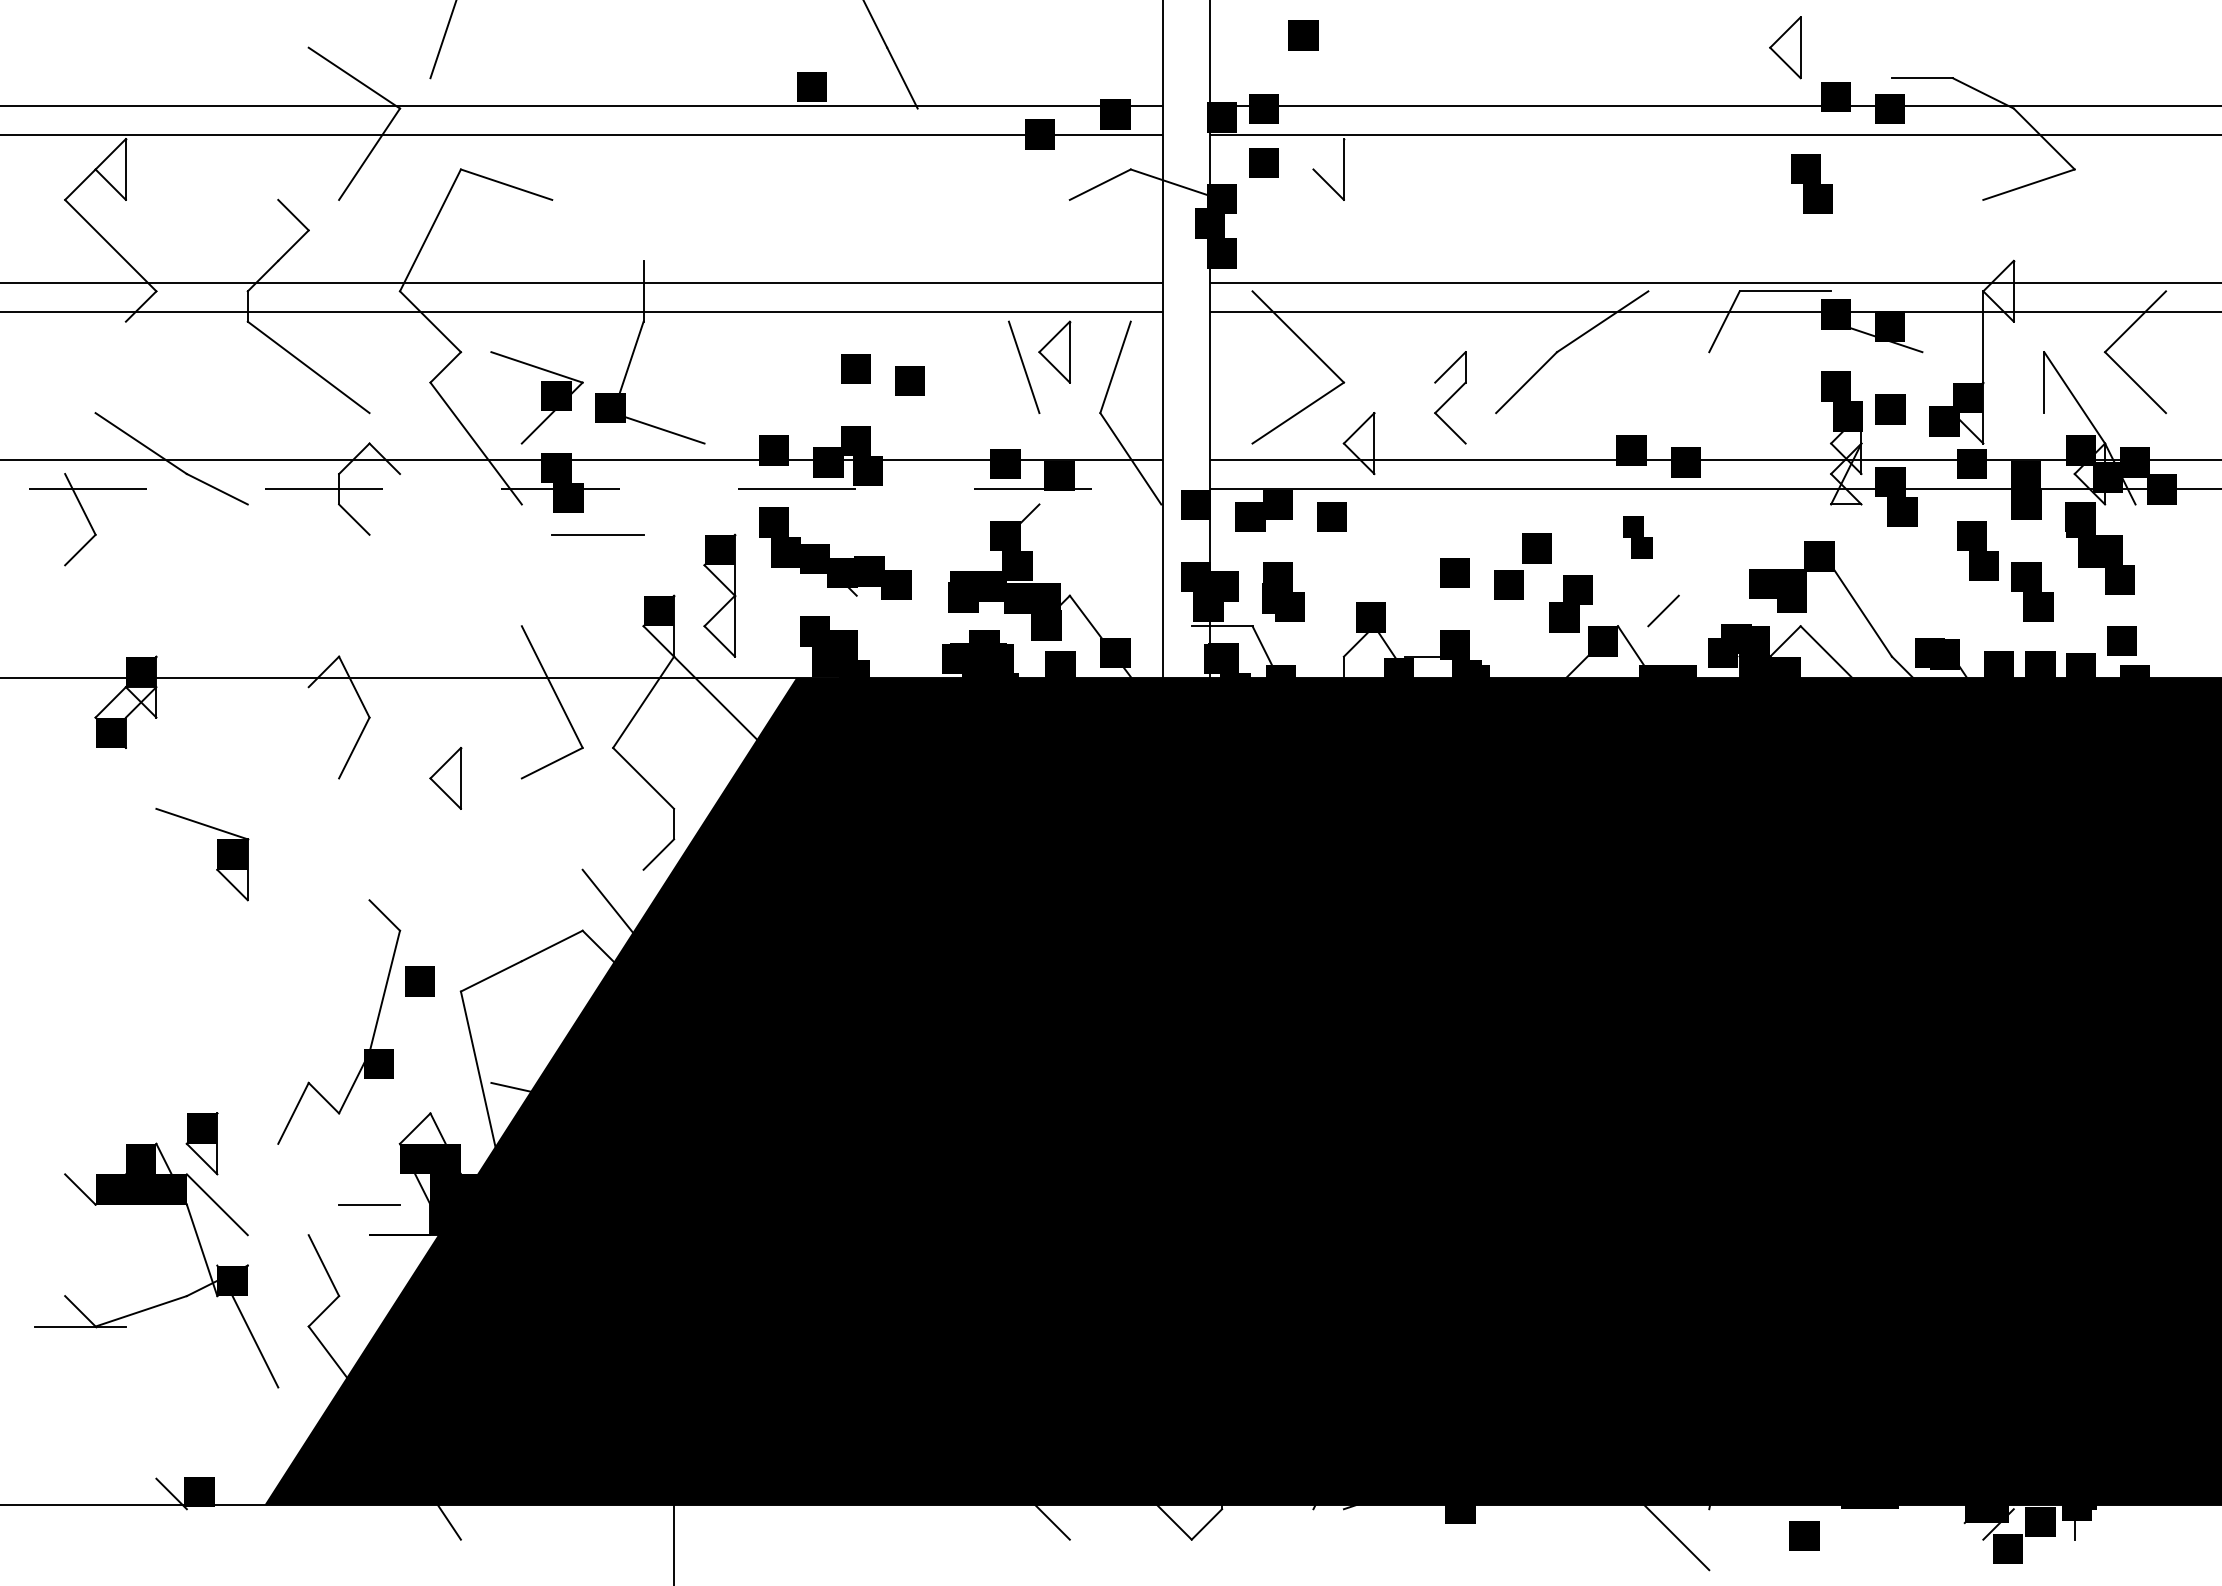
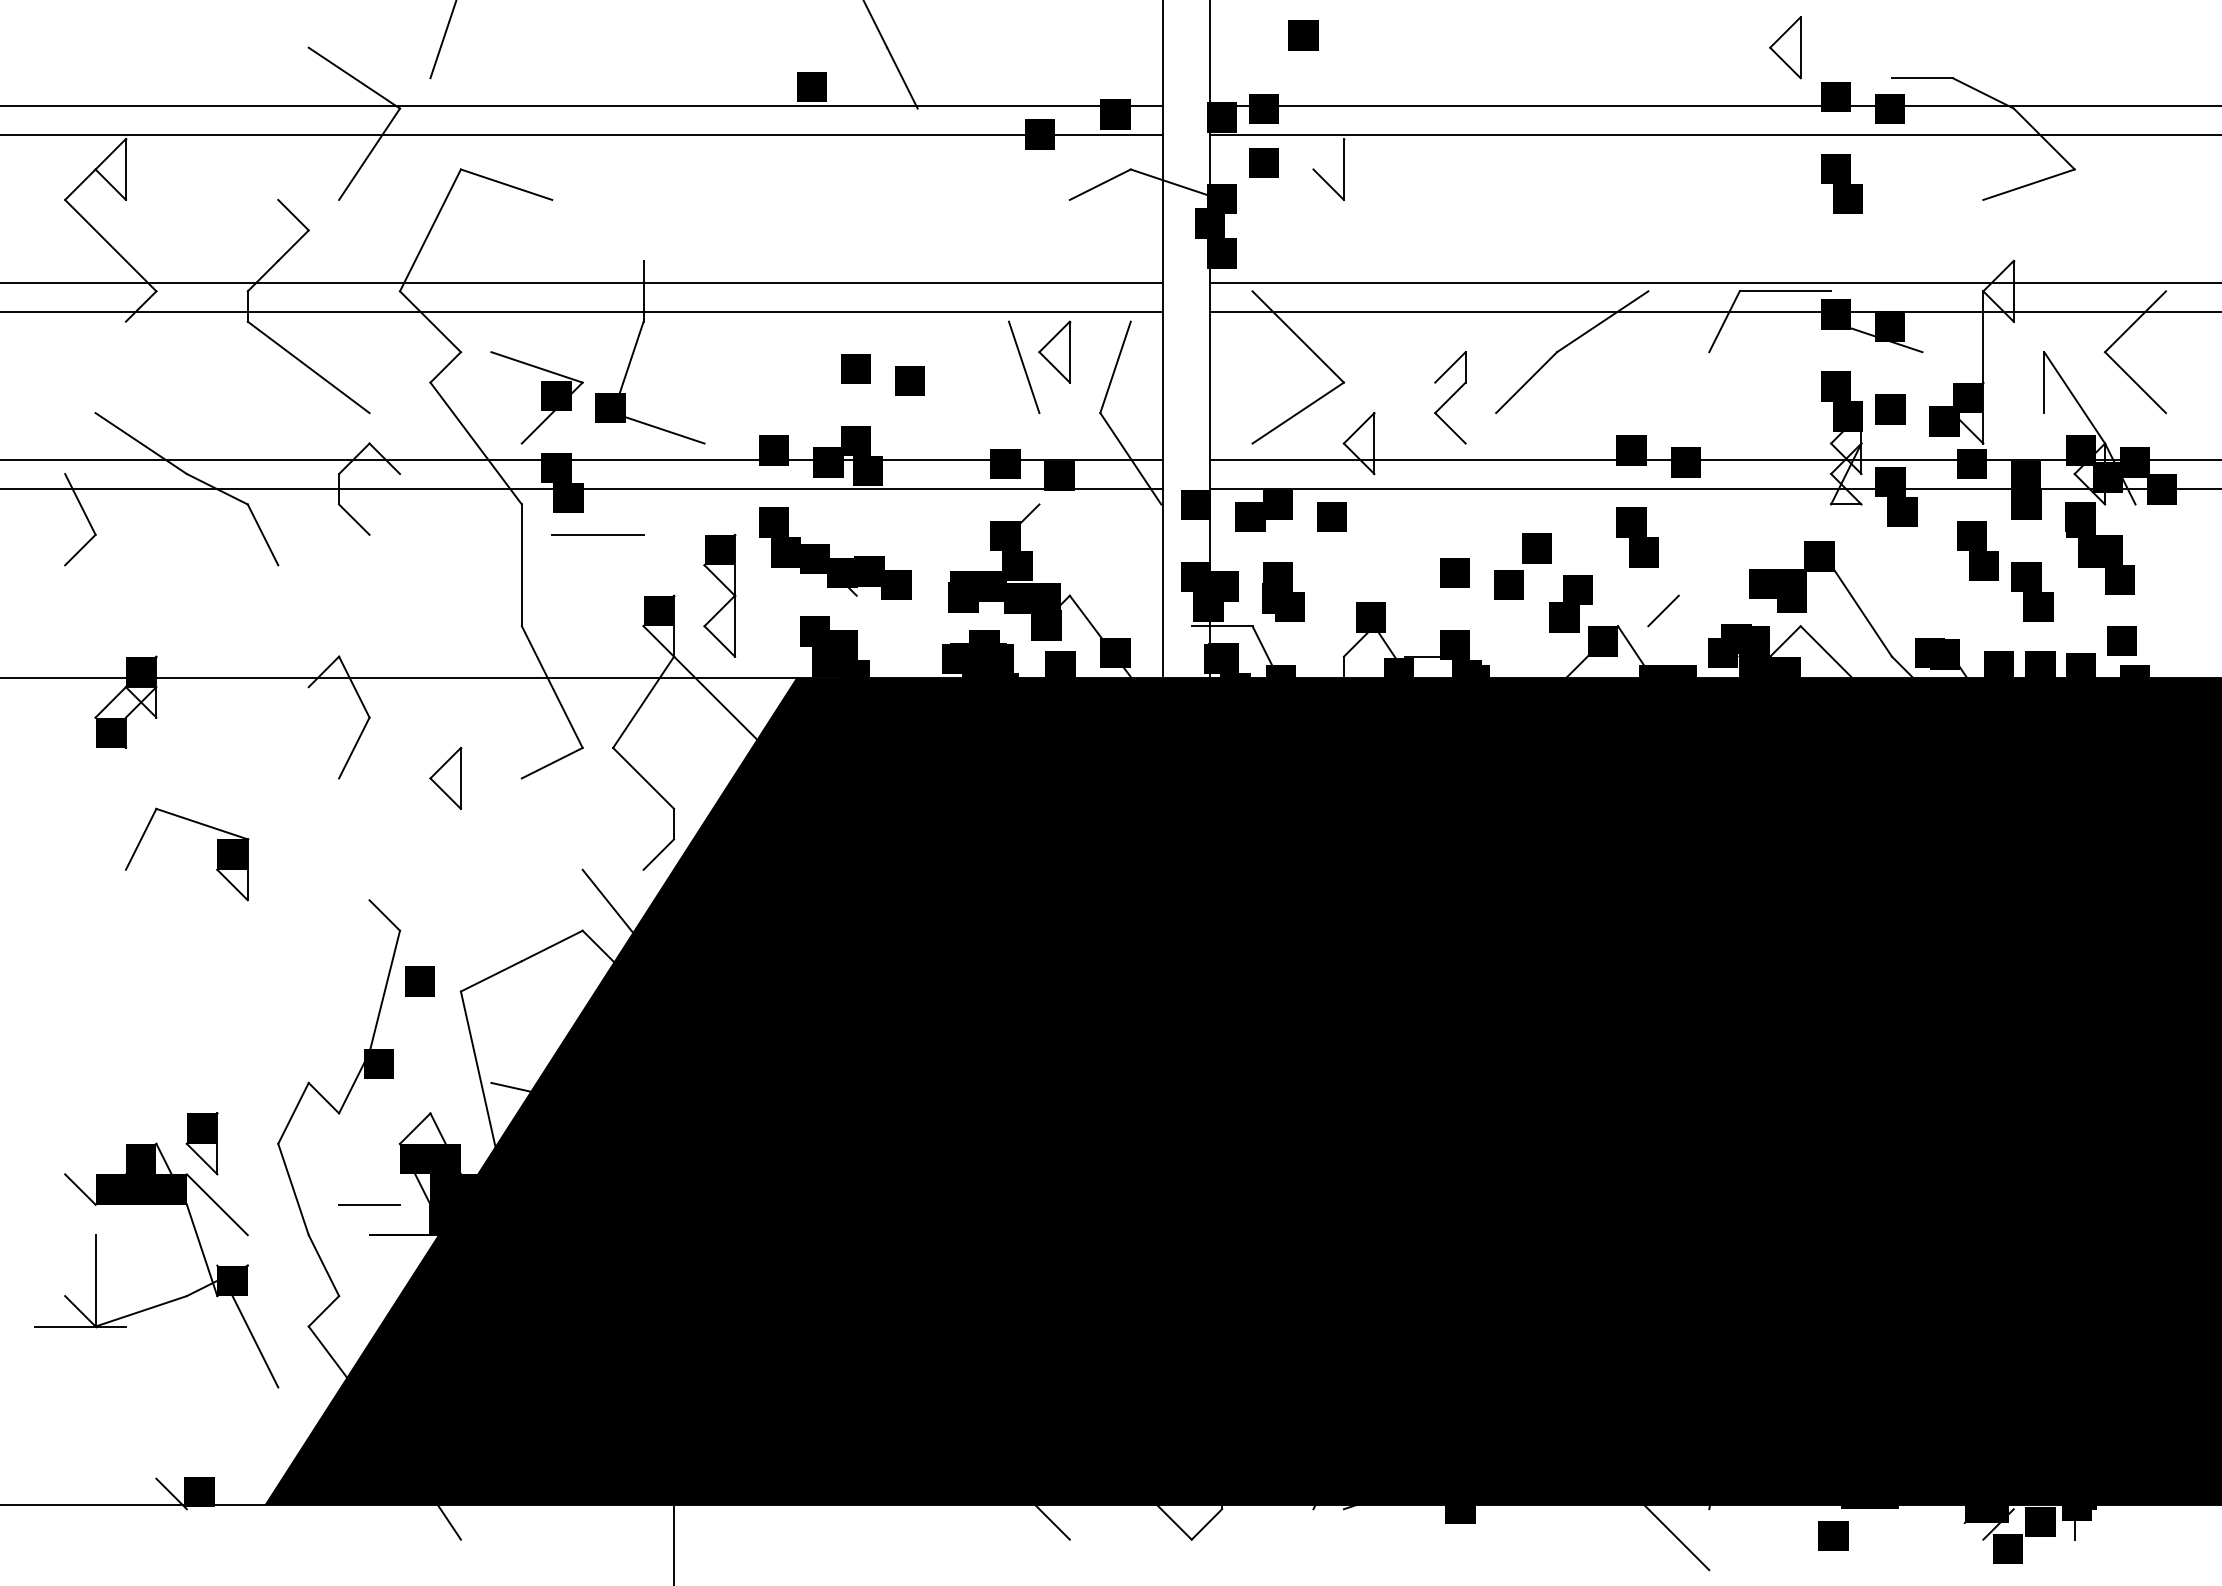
part at (1811, 183) position: (1811, 183) -> (1841, 183)
line at (581, 489): dashed -> solid
line at (262, 534): none -> present
part at (1637, 537) size: 30x43 px -> 43x61 px
line at (521, 565): none -> present
line at (140, 838): none -> present
line at (293, 1189): none -> present
line at (95, 1280): none -> present
part at (1804, 1535) position: (1804, 1535) -> (1833, 1535)
